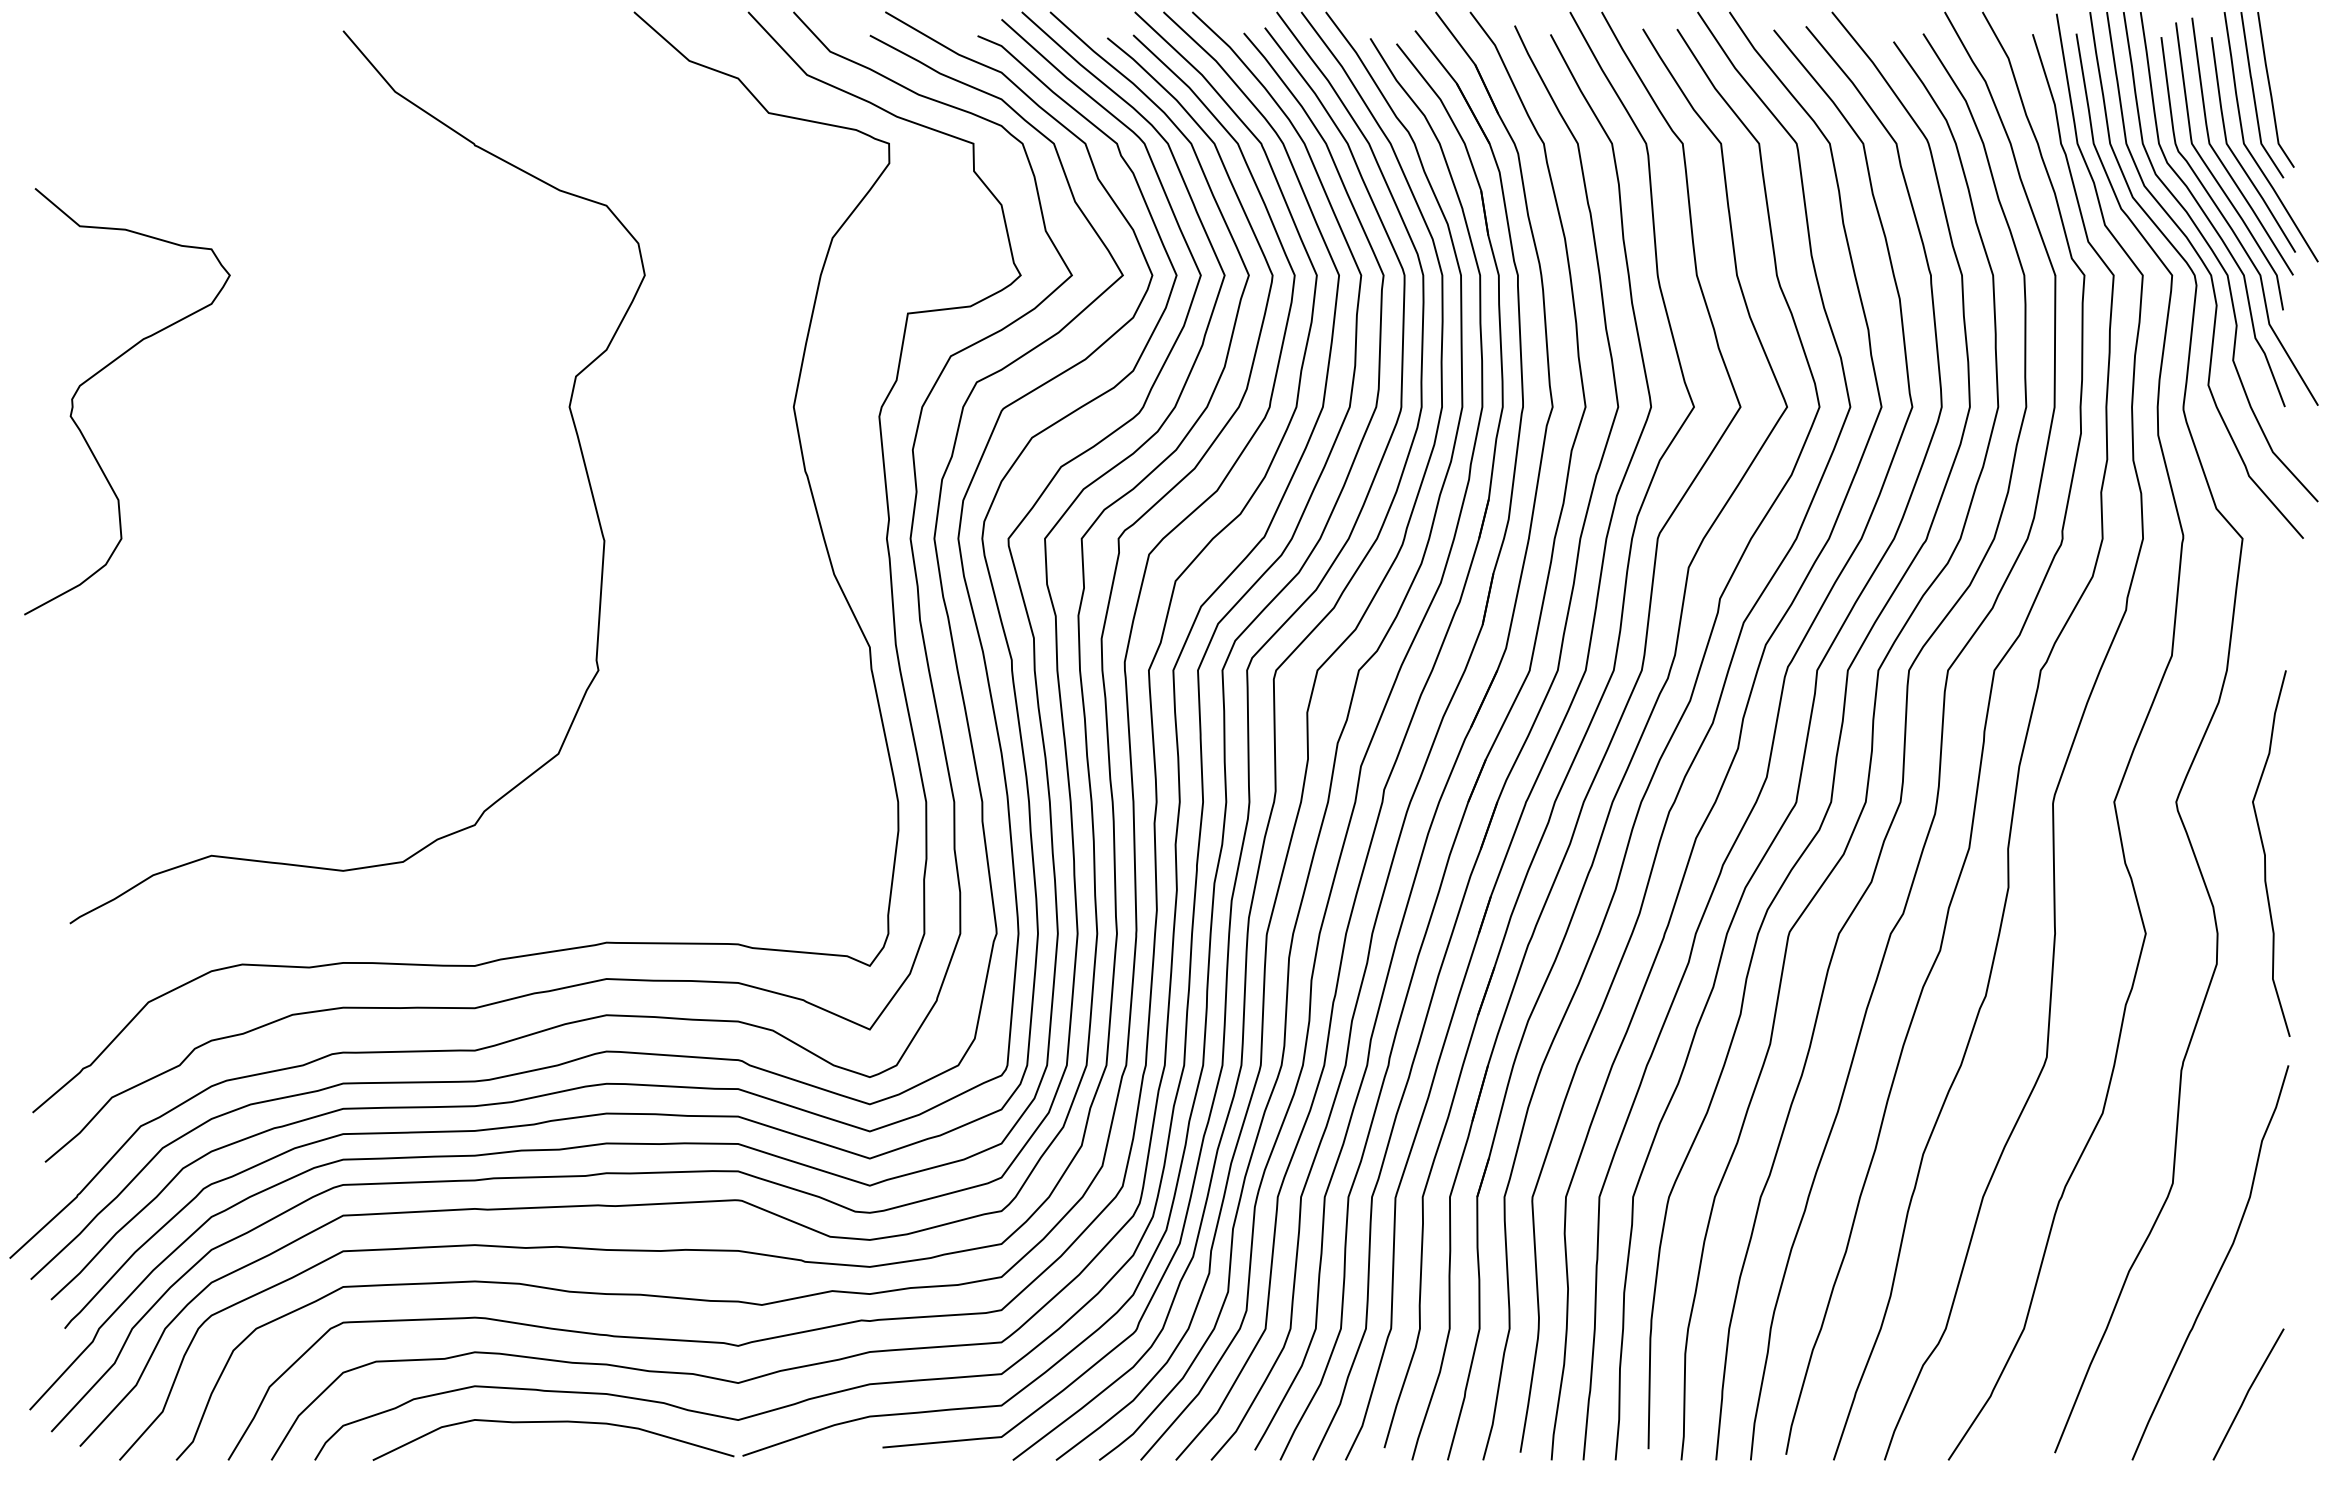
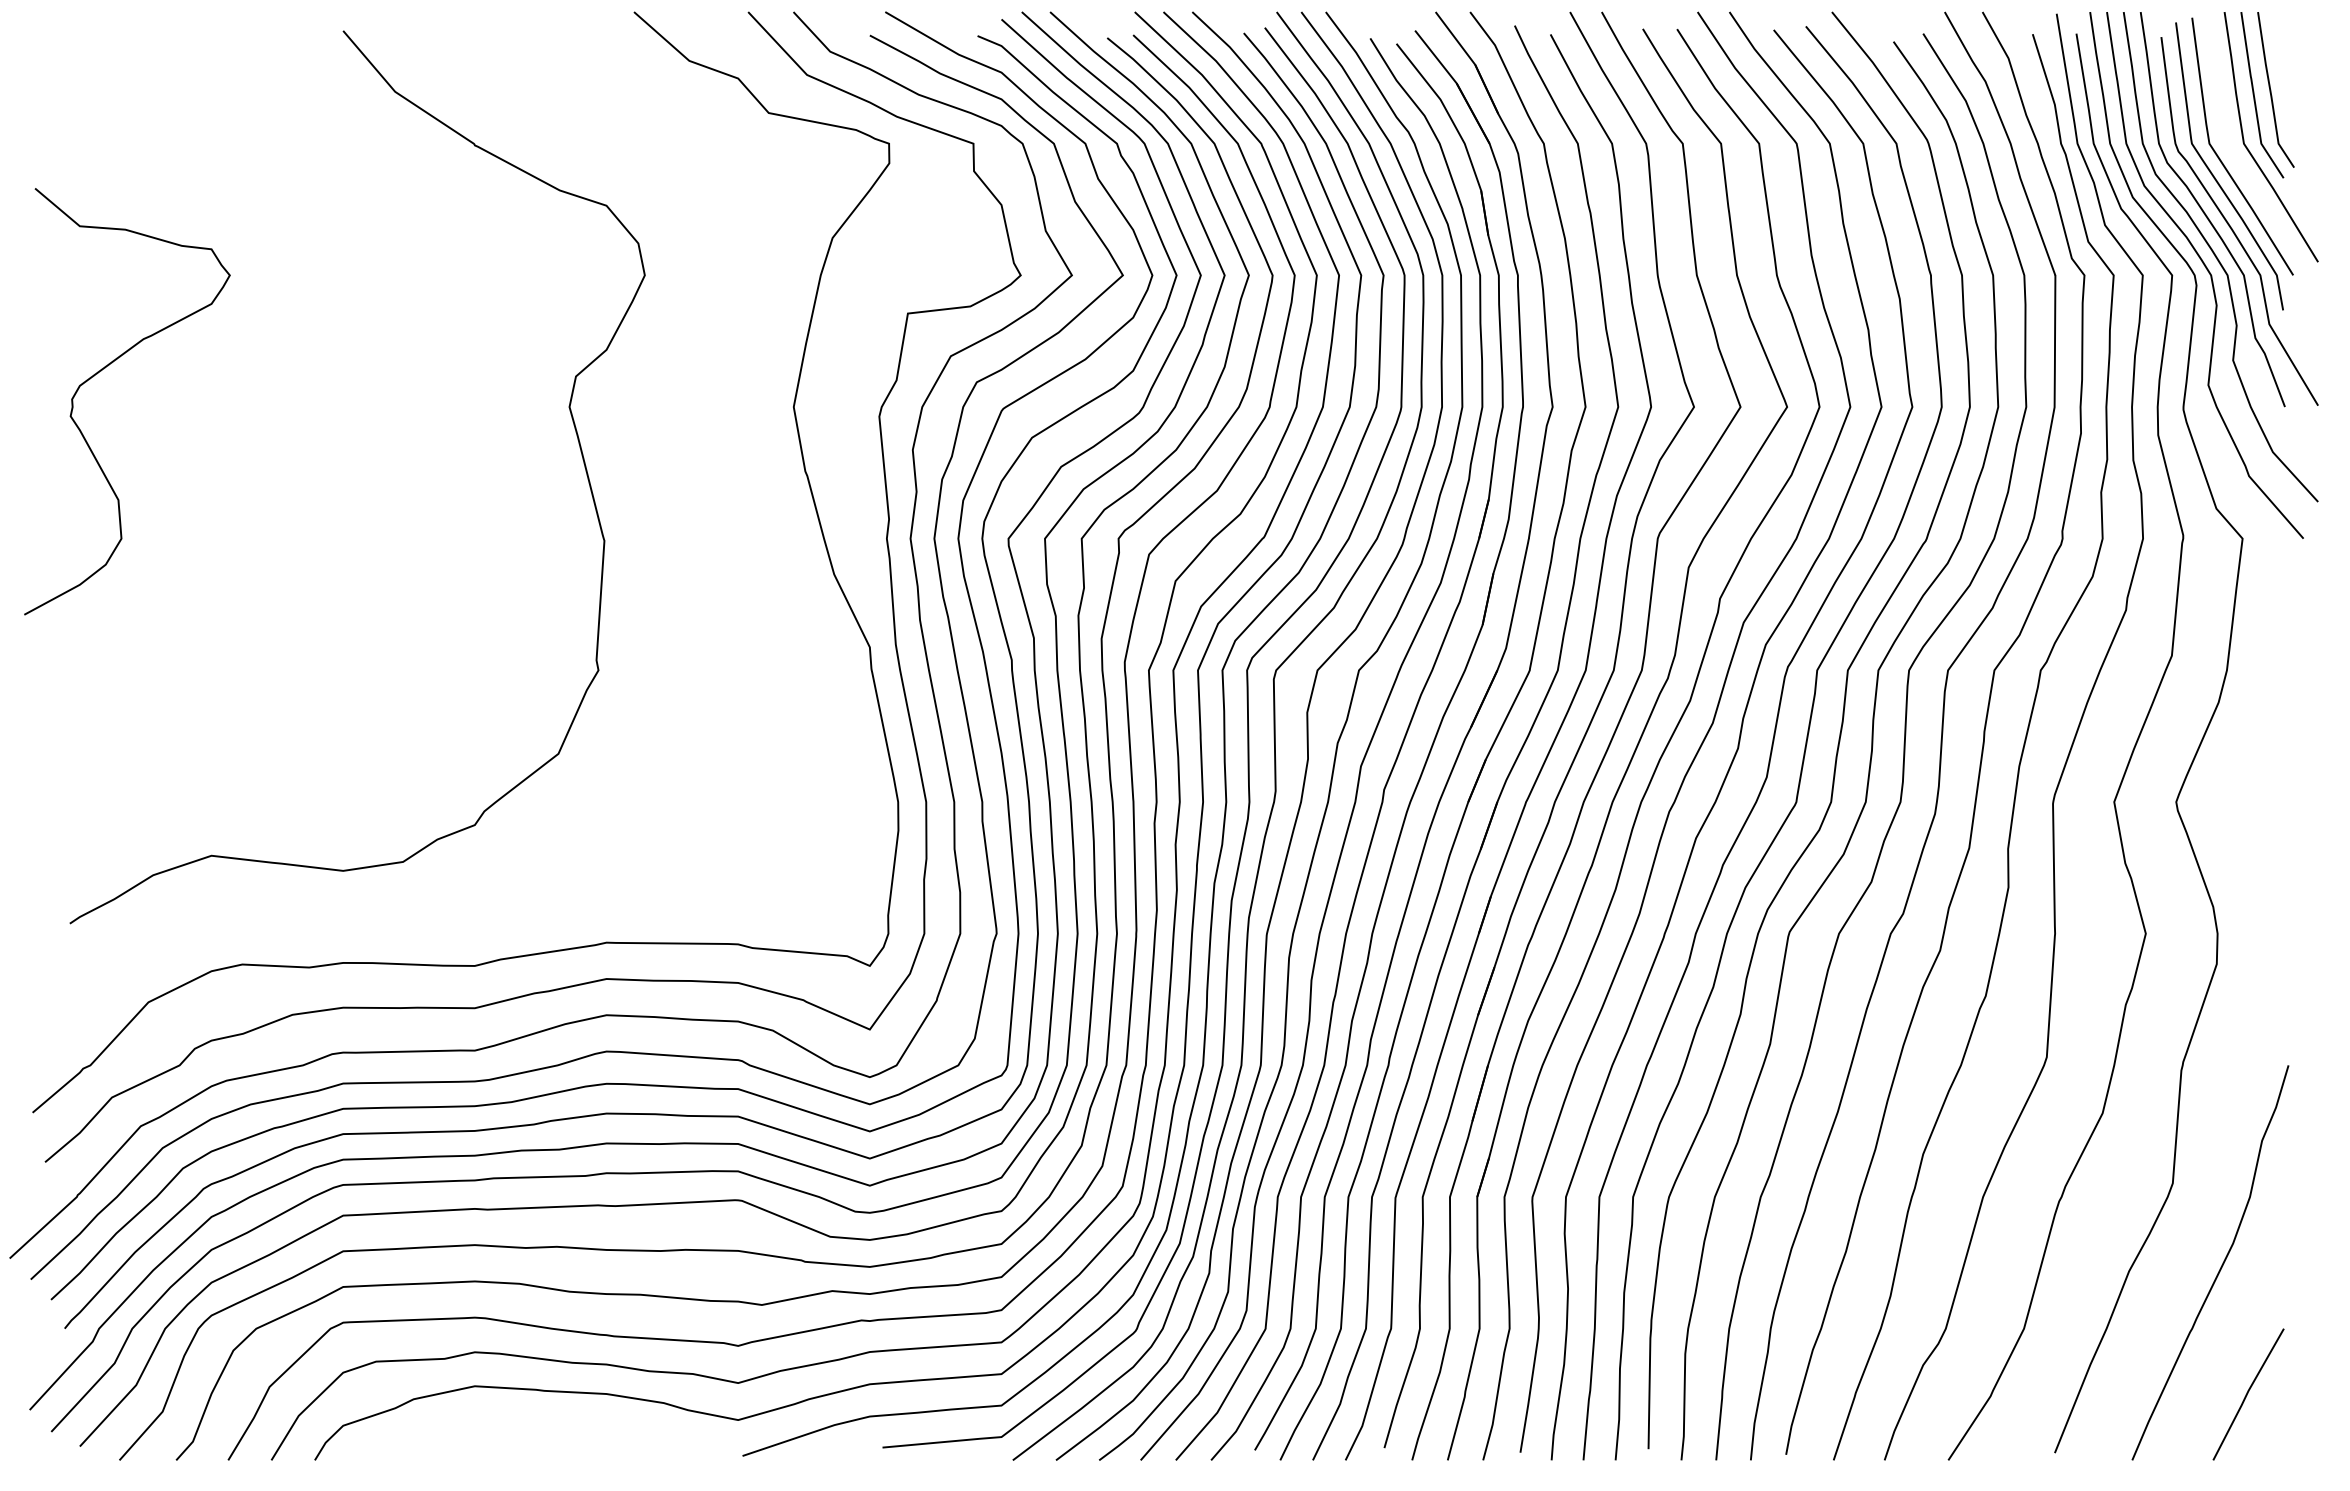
line at (2236, 156): present -> none
curve at (2265, 853): present -> none
curve at (553, 1422): present -> none
